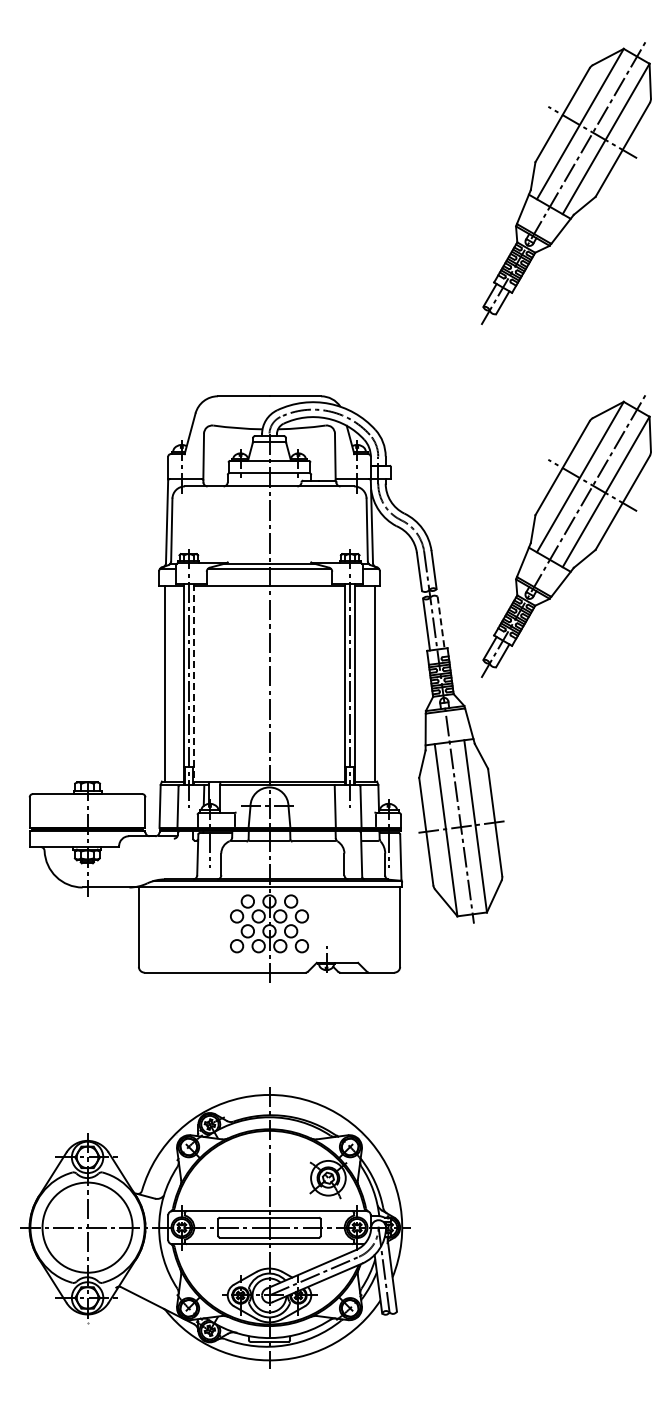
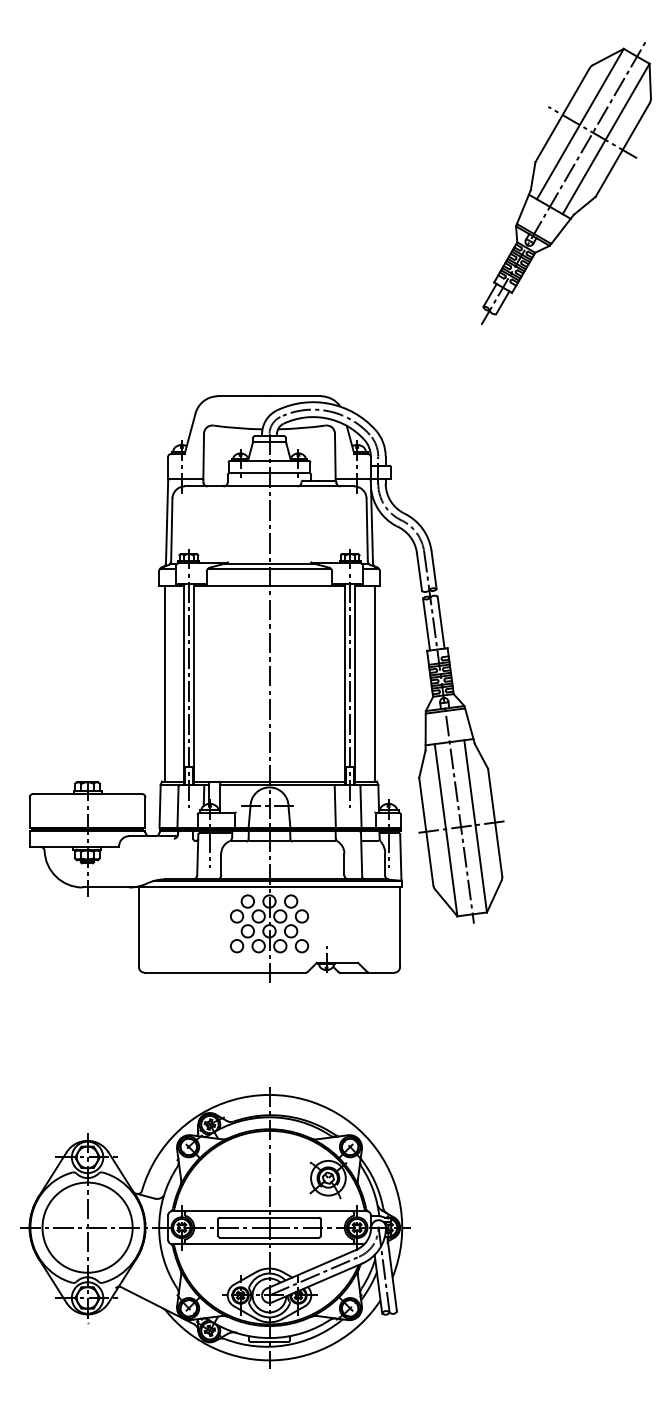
part at (566, 536): present -> none
line at (441, 623): dashed -> solid
line at (193, 684): dashed -> solid
